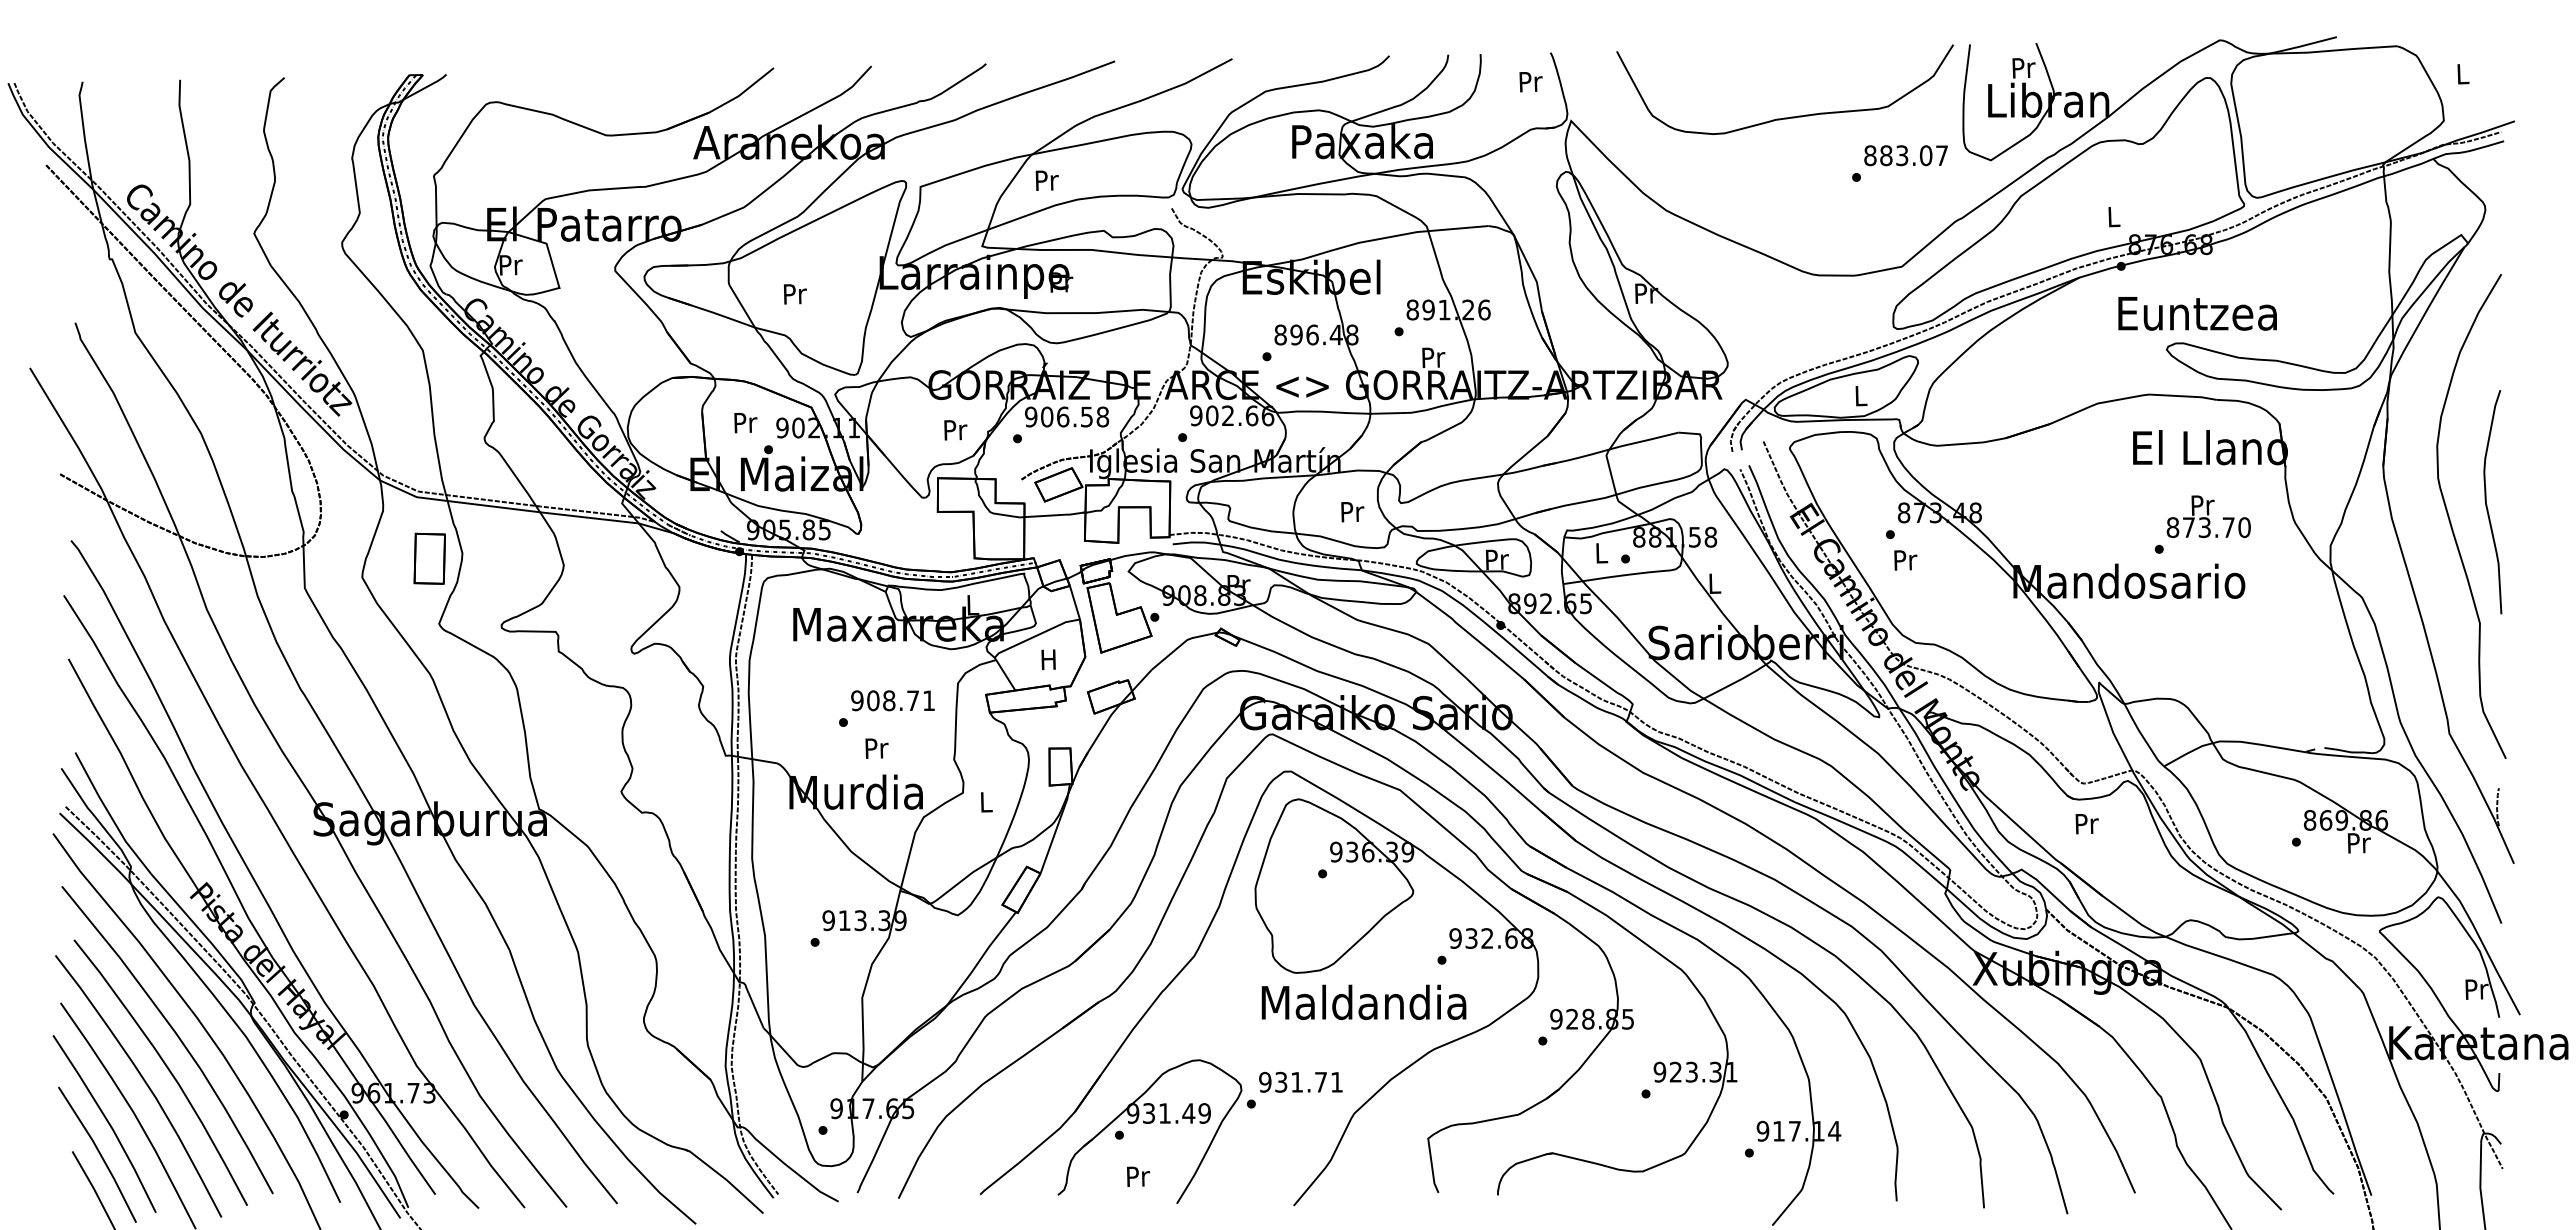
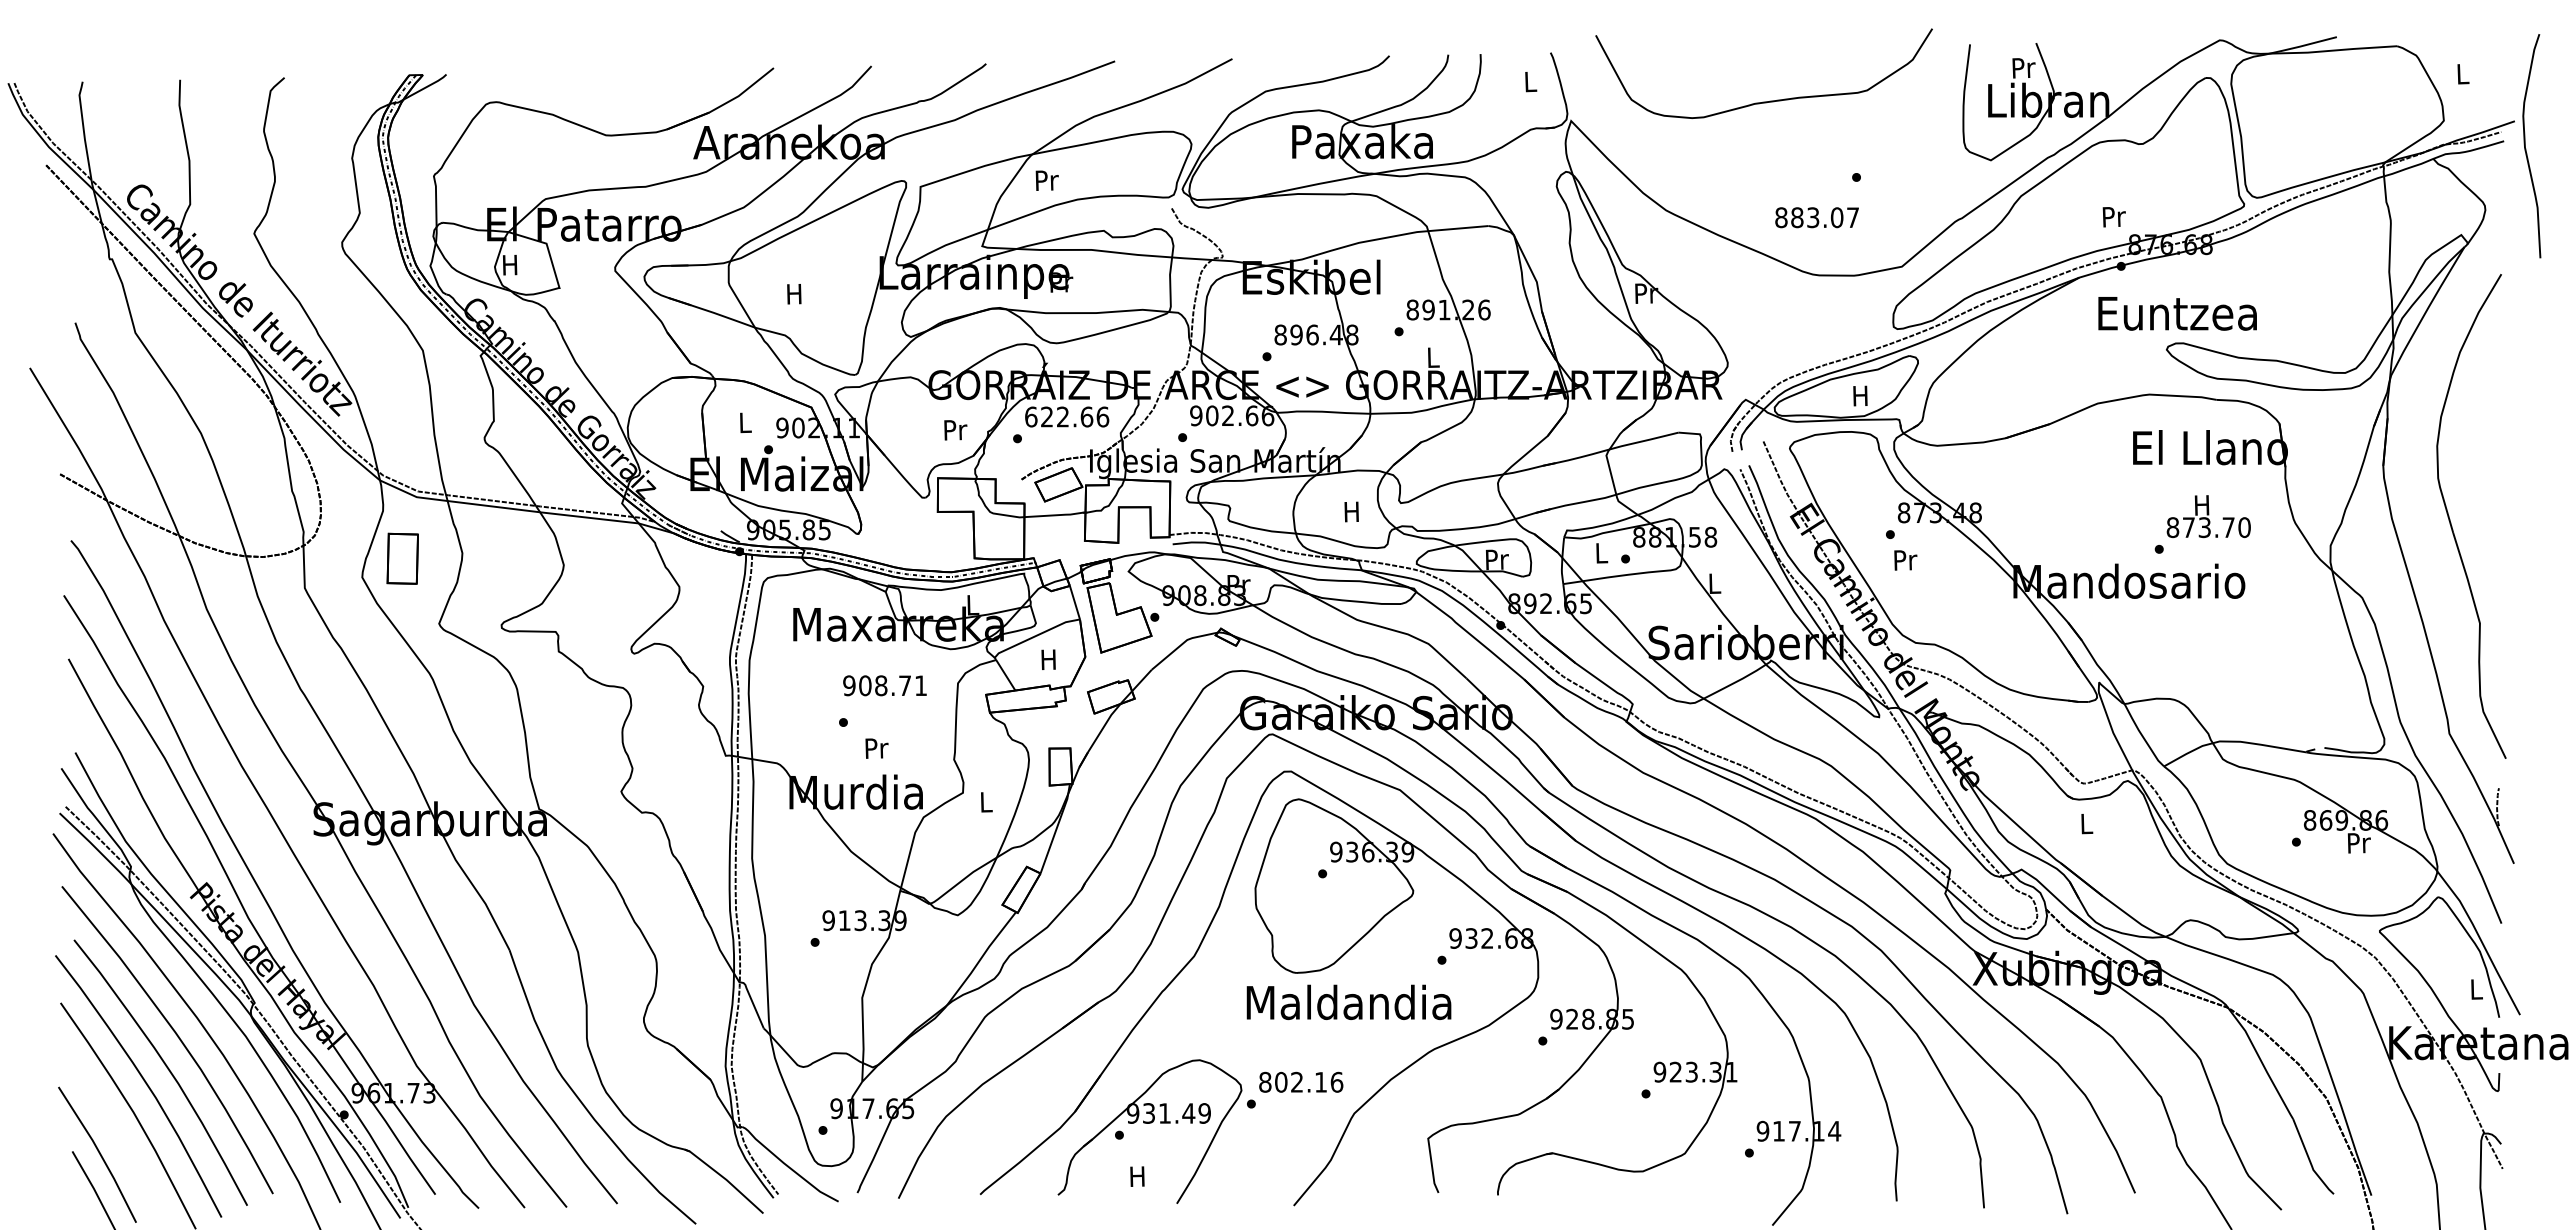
text at (1530, 82): Pr -> L
curve at (1790, 116) position: (1790, 116) -> (1769, 100)
text at (1905, 155) position: (1905, 155) -> (1816, 217)
text at (2113, 217): L -> Pr
text at (510, 264): Pr -> H
text at (794, 294): Pr -> H
text at (2197, 313) position: (2197, 313) -> (2177, 313)
text at (1433, 357): Pr -> L
text at (1860, 395): L -> H
text at (1067, 416): 906.58 -> 622.66
text at (745, 422): Pr -> L
curve at (2487, 504) position: (2487, 504) -> (2526, 148)
text at (2202, 505): Pr -> H
text at (1352, 511): Pr -> H
part at (429, 558) position: (429, 558) -> (402, 558)
text at (892, 700) position: (892, 700) -> (884, 685)
text at (2086, 824): Pr -> L
text at (2476, 989): Pr -> L
text at (1363, 1001) position: (1363, 1001) -> (1348, 1001)
text at (1301, 1081): 931.71 -> 802.16
line at (106, 1121): present -> none
text at (1138, 1176): Pr -> H
